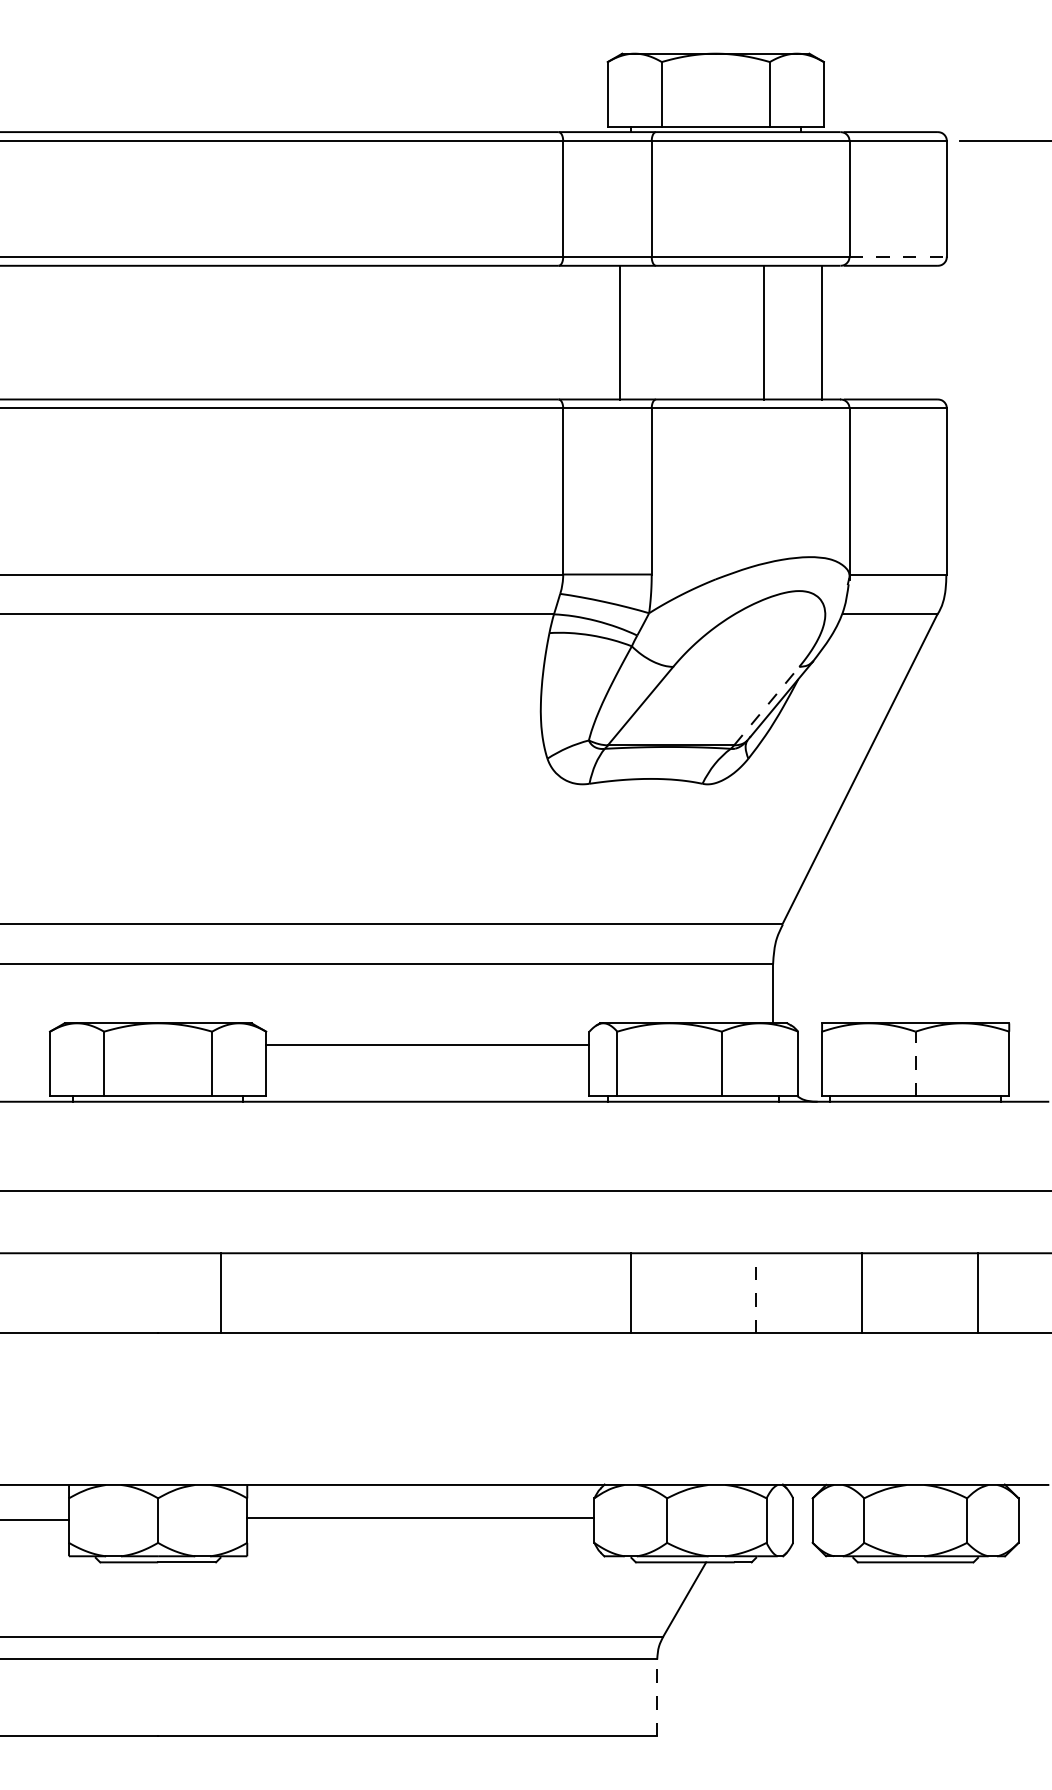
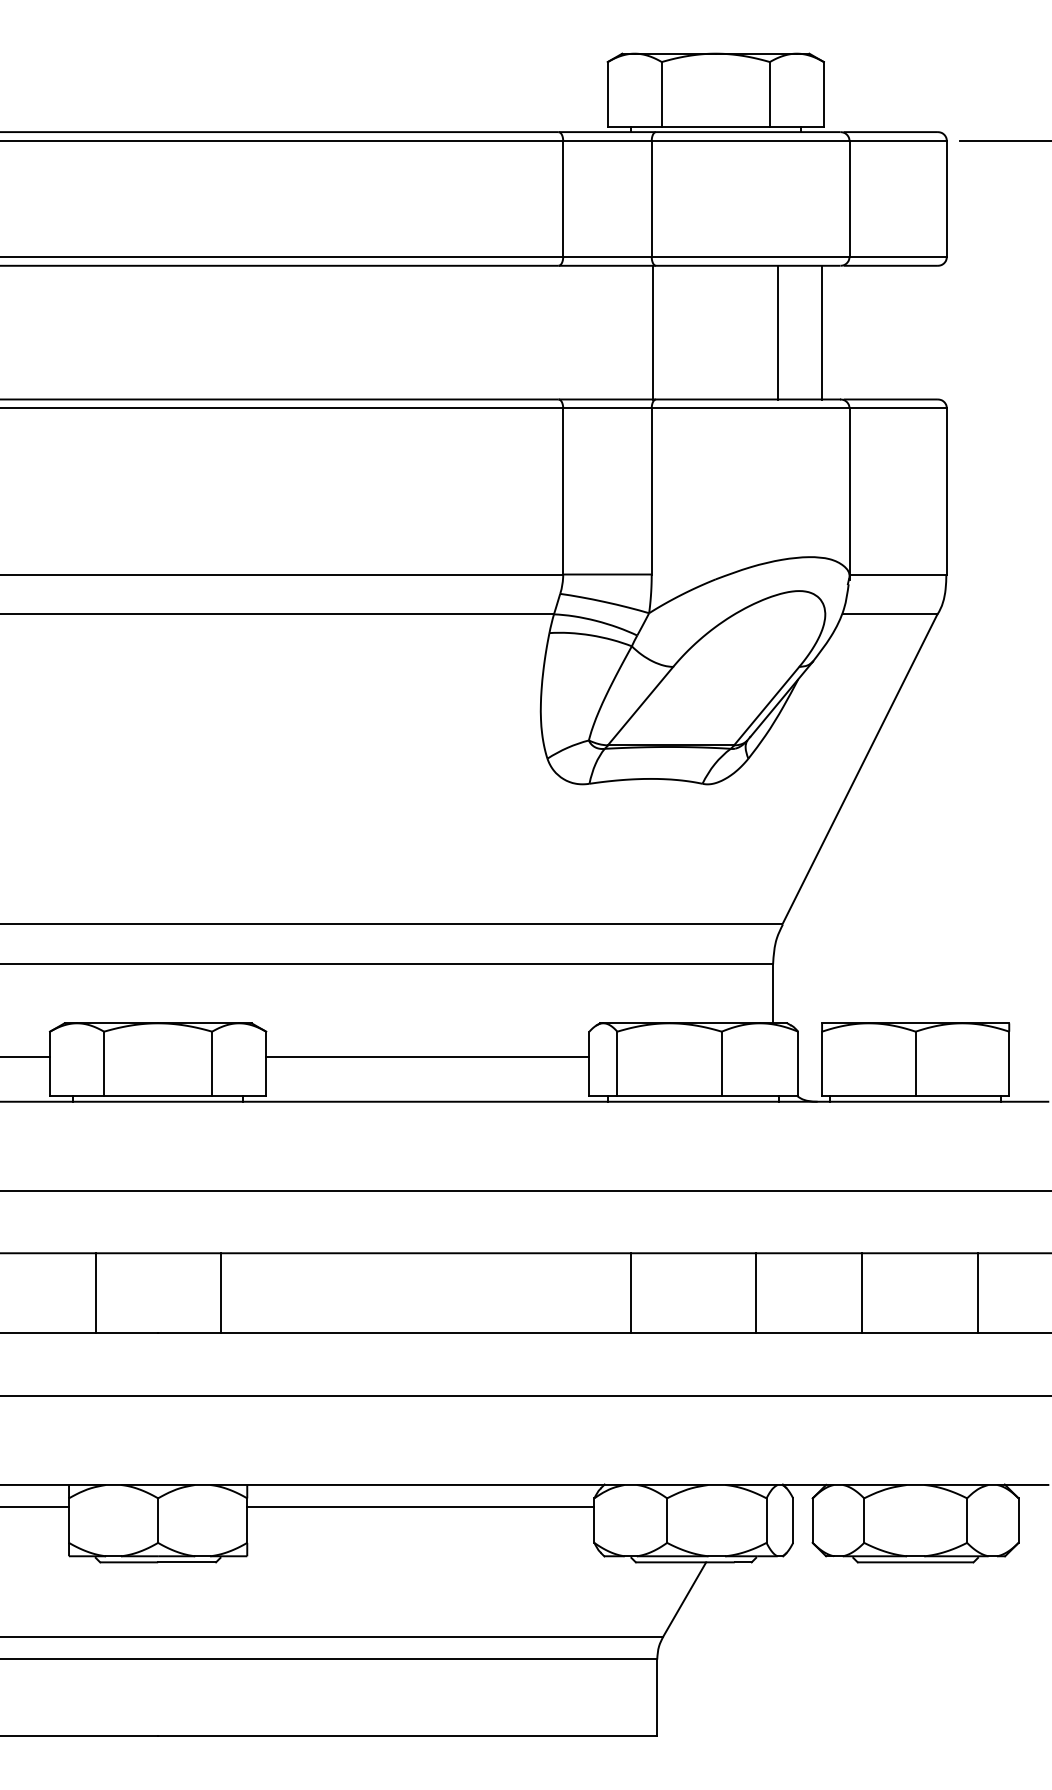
line at (898, 256): dashed -> solid
line at (620, 332) position: (620, 332) -> (653, 332)
line at (764, 332) position: (764, 332) -> (778, 332)
line at (766, 706): dashed -> solid
line at (427, 1045) position: (427, 1045) -> (427, 1057)
line at (26, 1057): none -> present
line at (915, 1063): dashed -> solid
line at (756, 1292): dashed -> solid
line at (95, 1293): none -> present
line at (525, 1395): none -> present
line at (420, 1518) position: (420, 1518) -> (420, 1507)
line at (35, 1520) position: (35, 1520) -> (35, 1507)
line at (657, 1697): dashed -> solid
